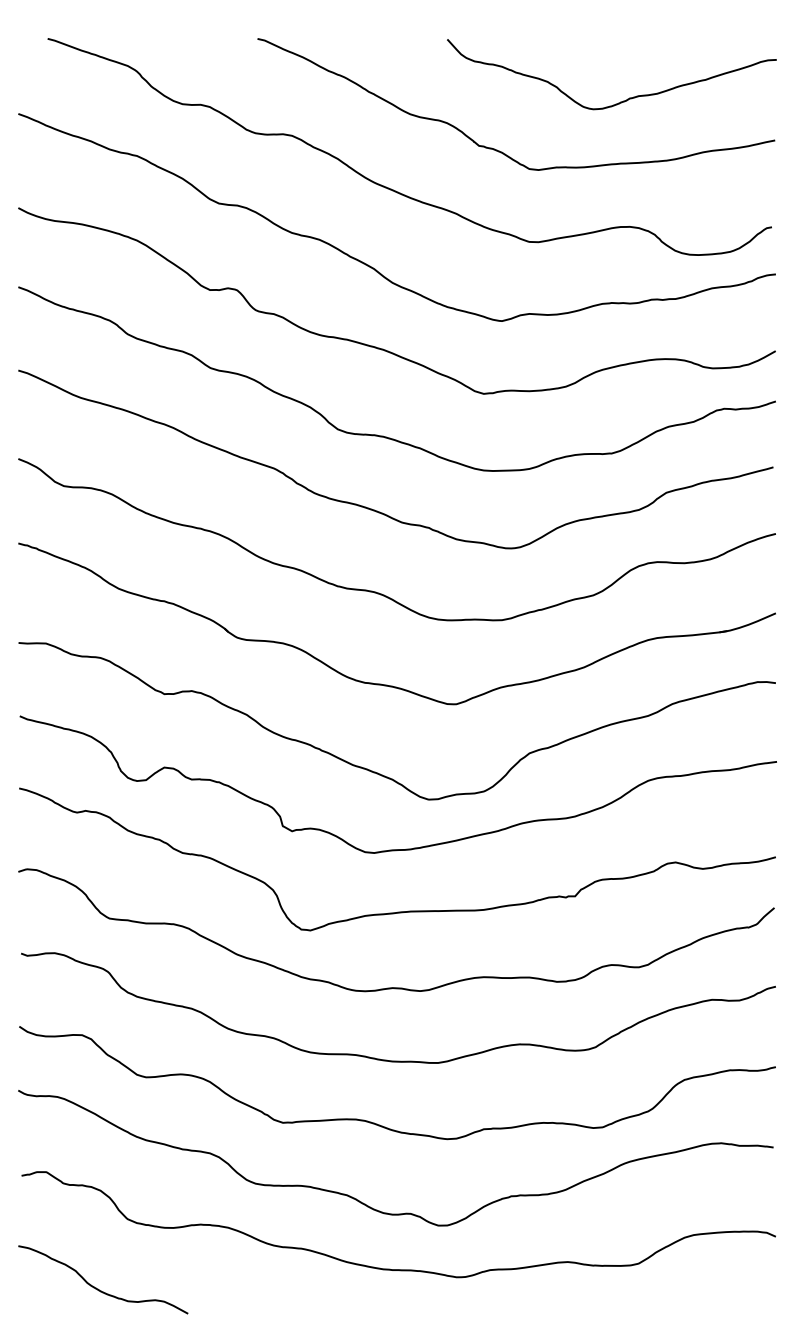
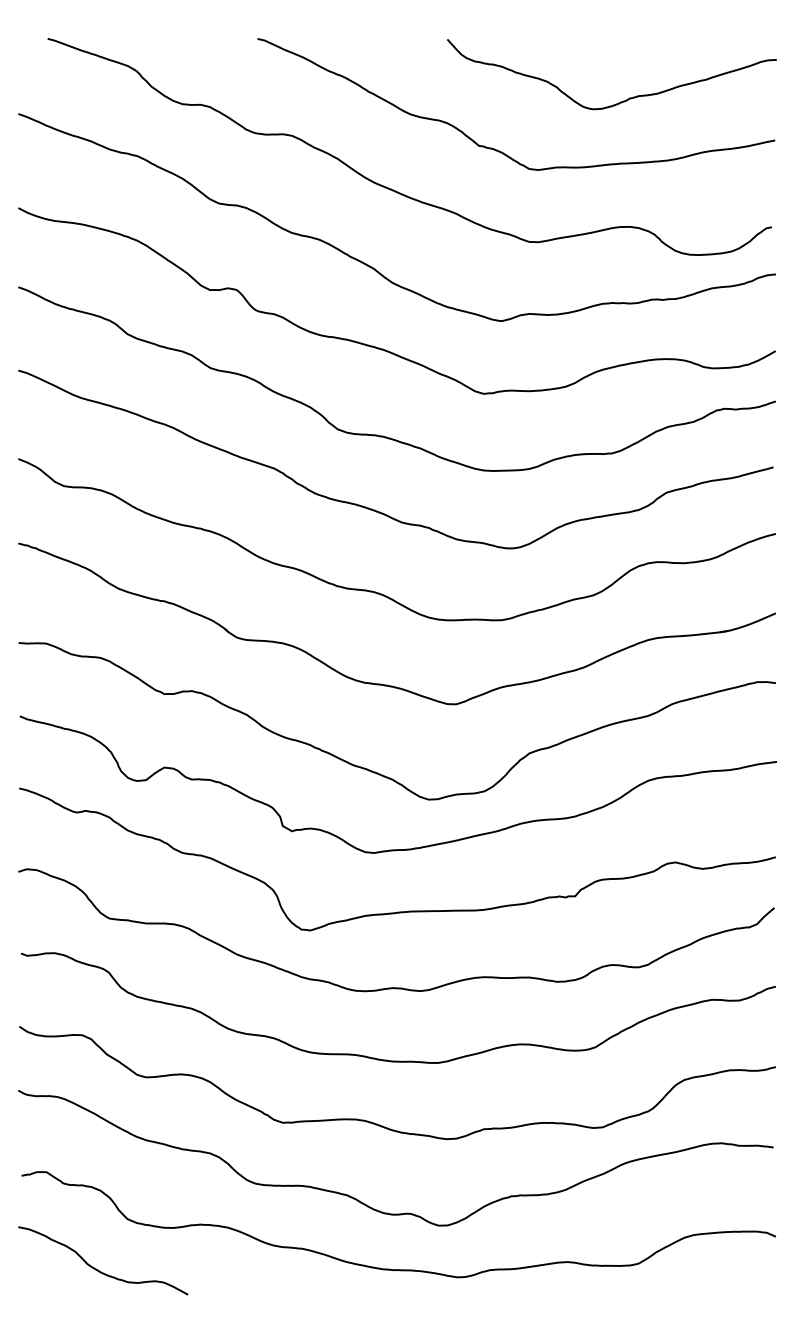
curve at (98, 1288) position: (98, 1288) -> (98, 1269)
